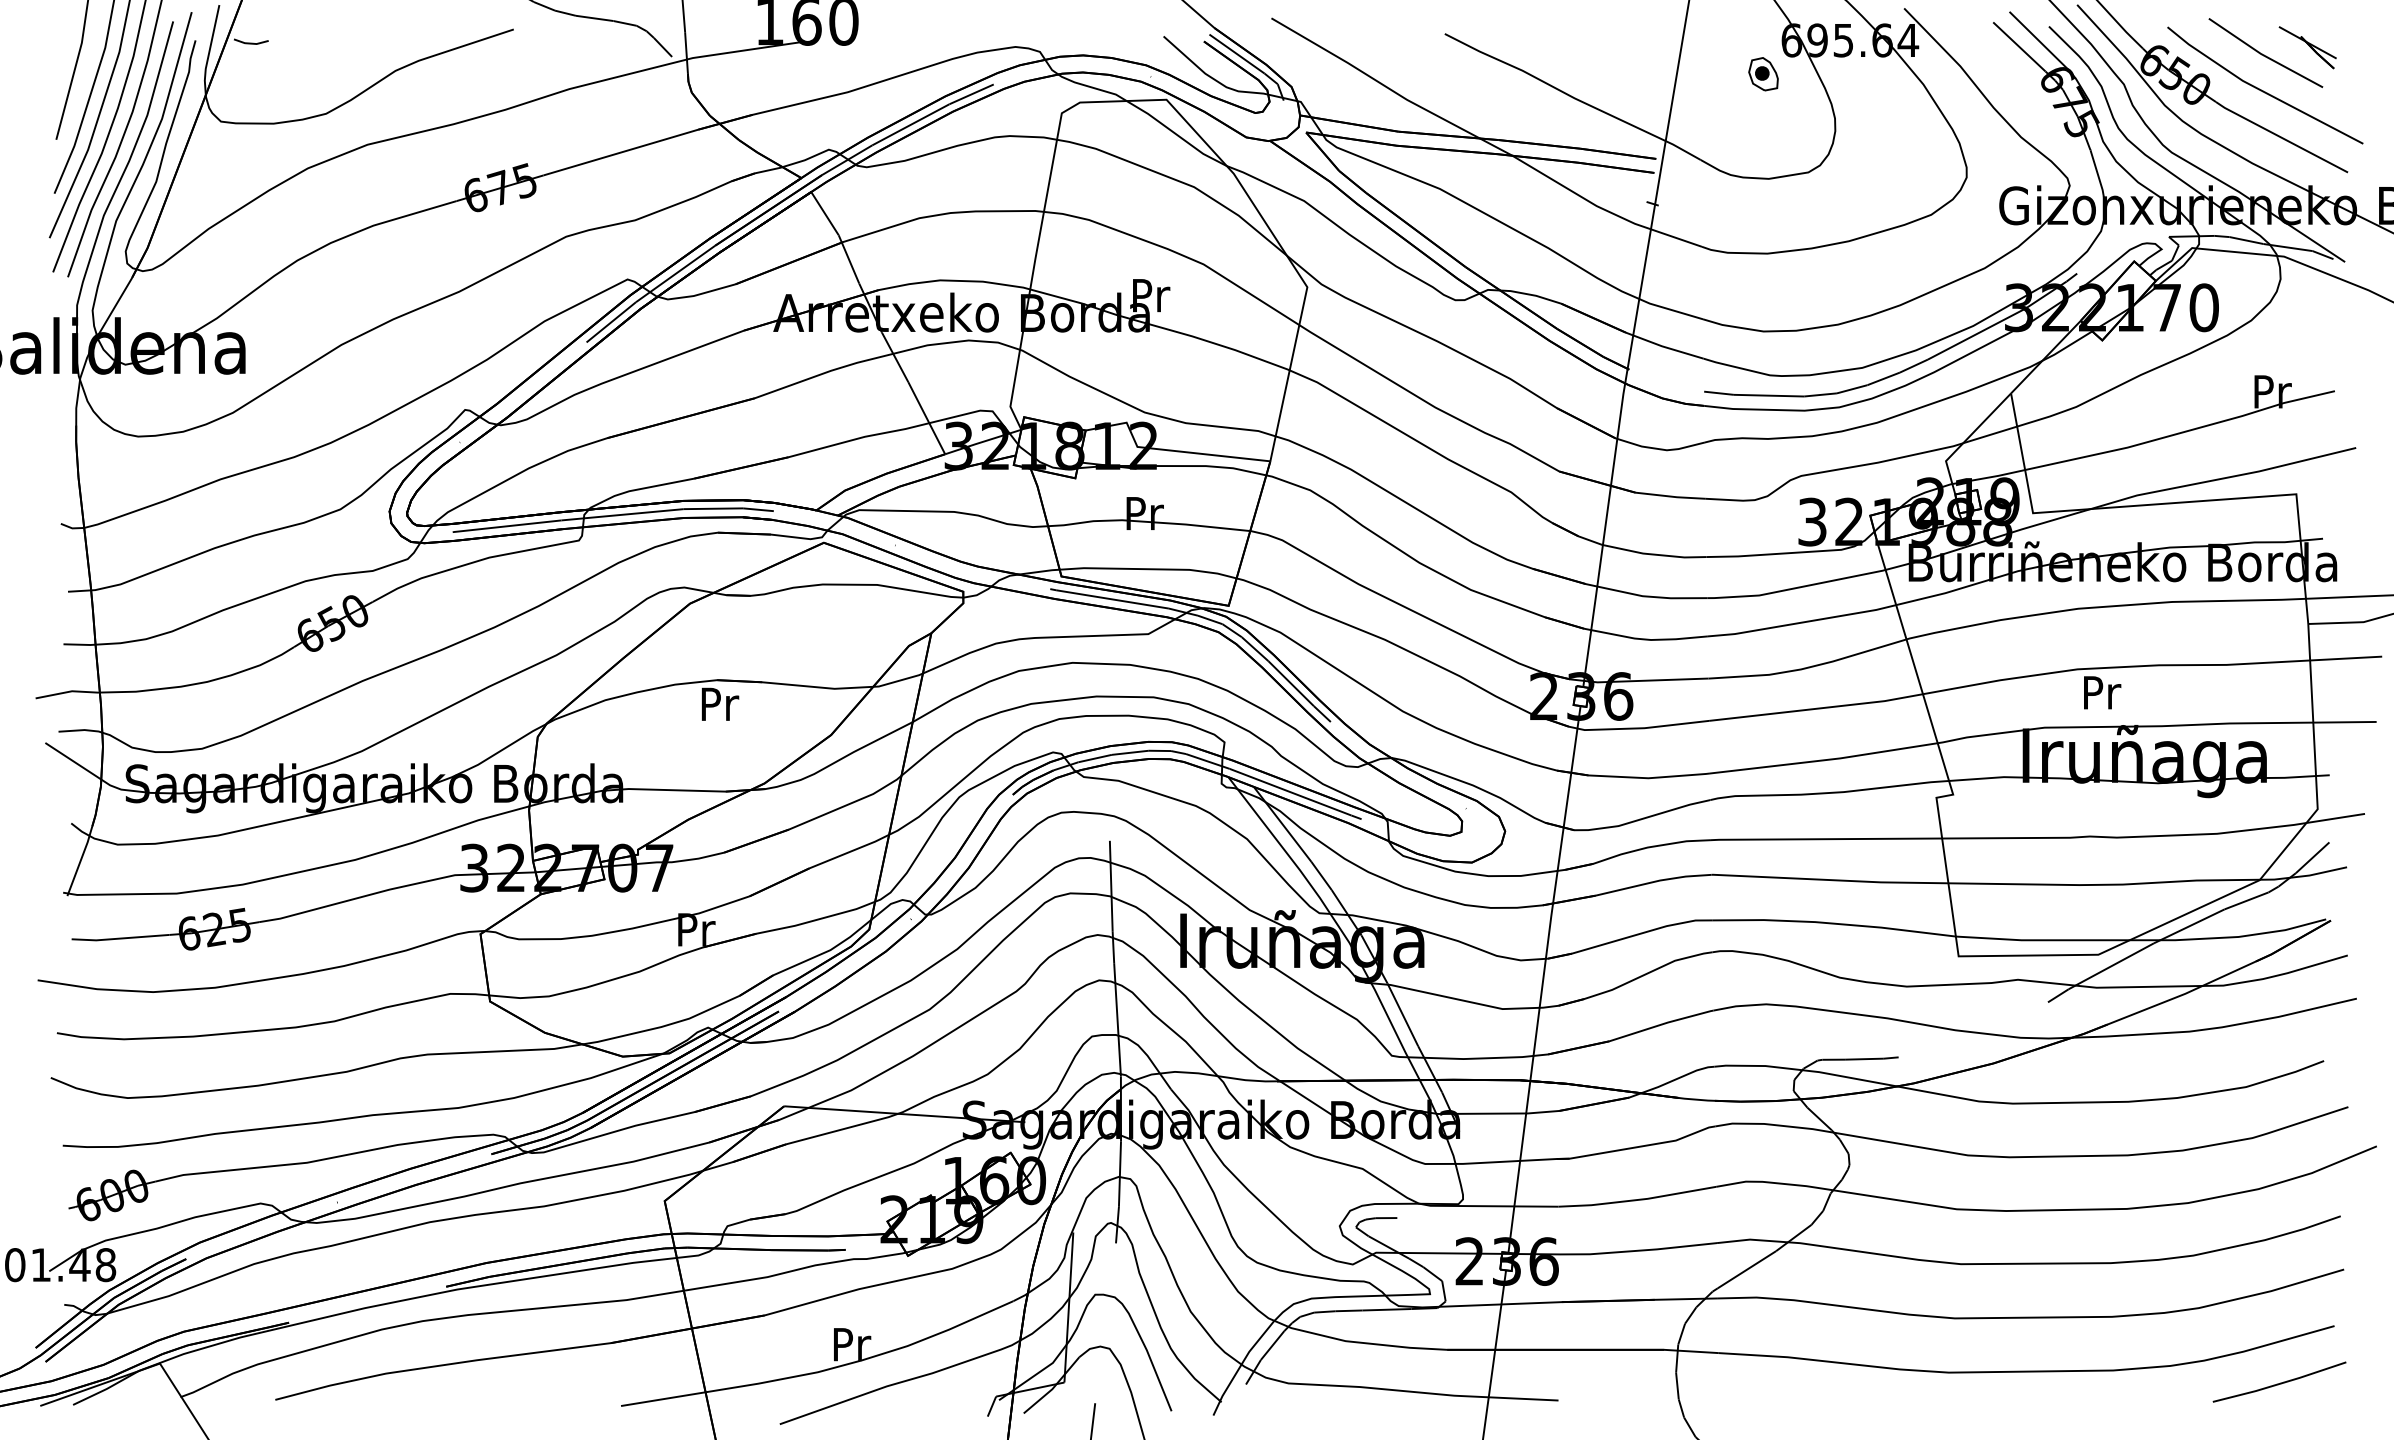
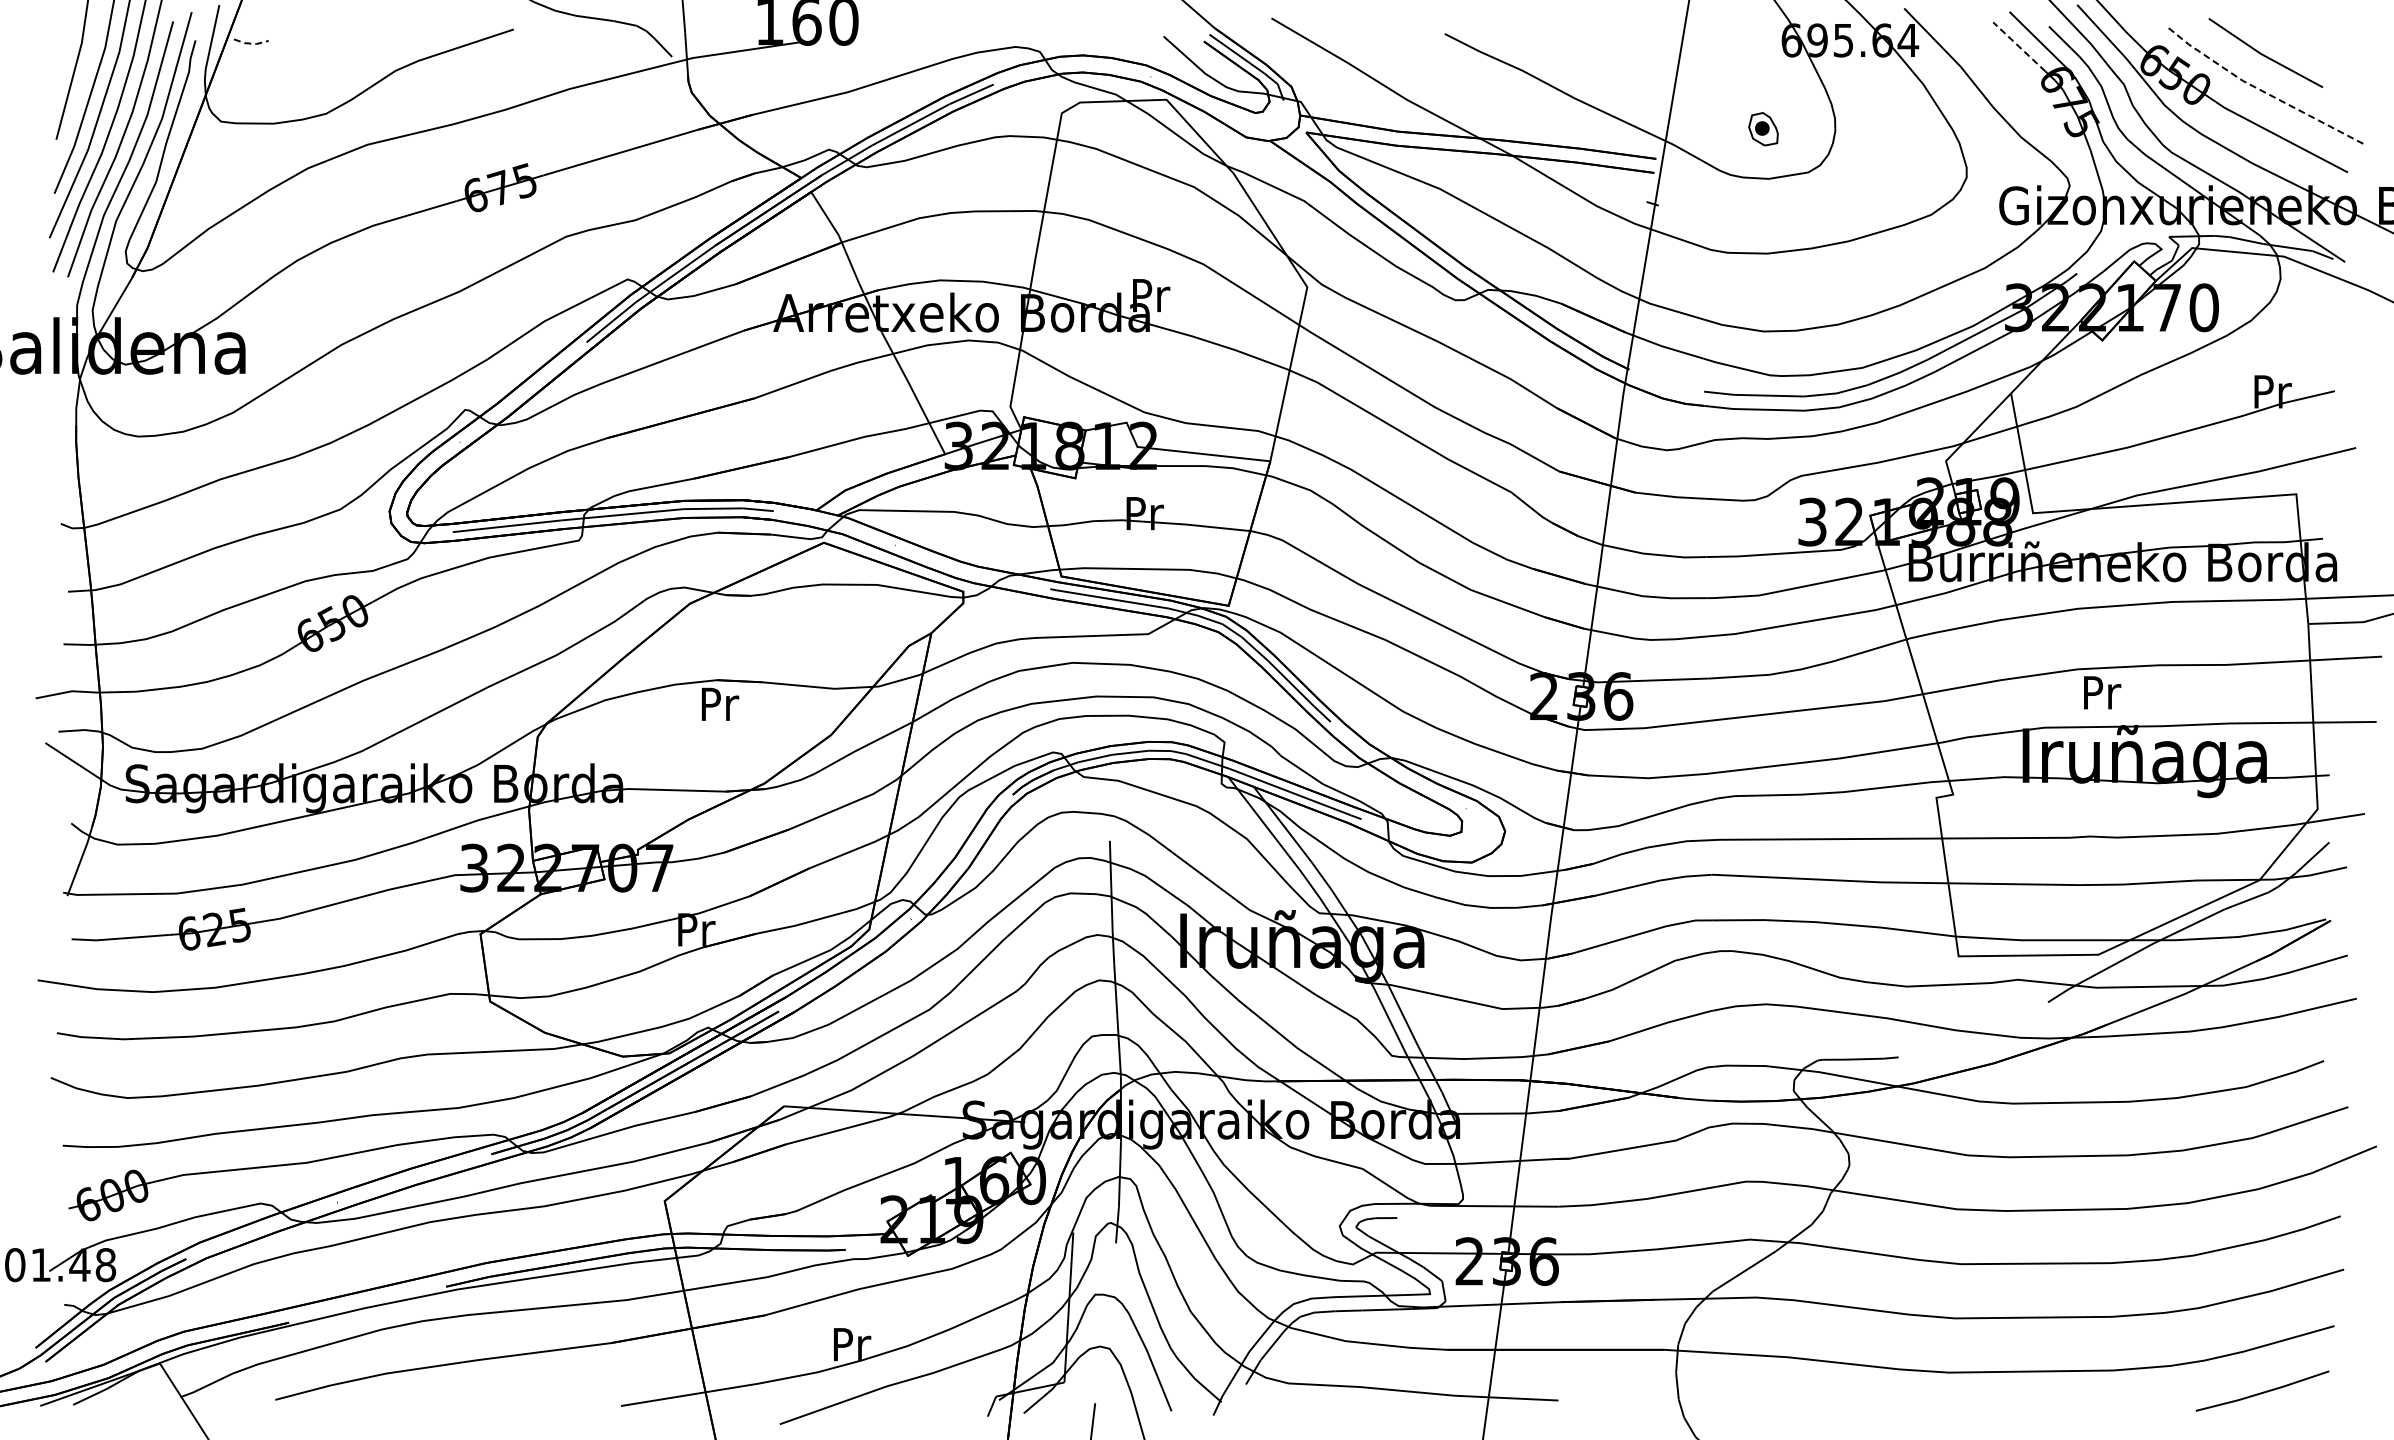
line at (251, 43): solid -> dashed
line at (2019, 46): solid -> dashed
part at (2307, 47): present -> none
part at (1763, 74) position: (1763, 74) -> (1763, 129)
line at (2260, 90): solid -> dashed
line at (2280, 1382) position: (2280, 1382) -> (2263, 1391)
